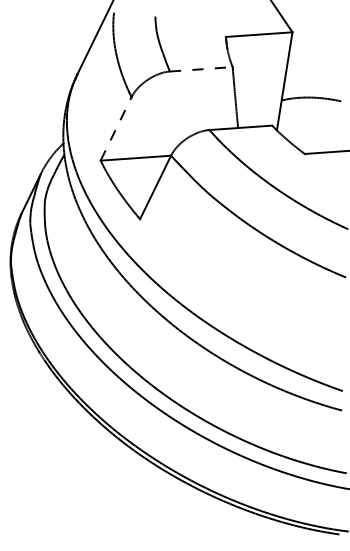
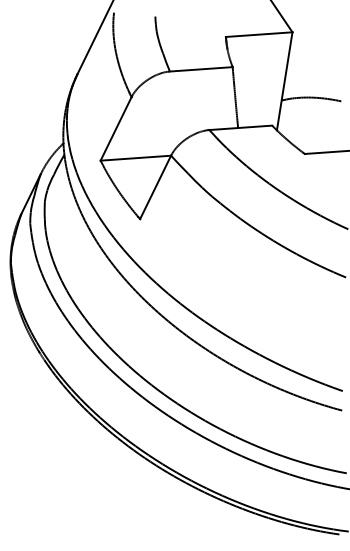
line at (201, 69): dashed -> solid
line at (116, 128): dashed -> solid
